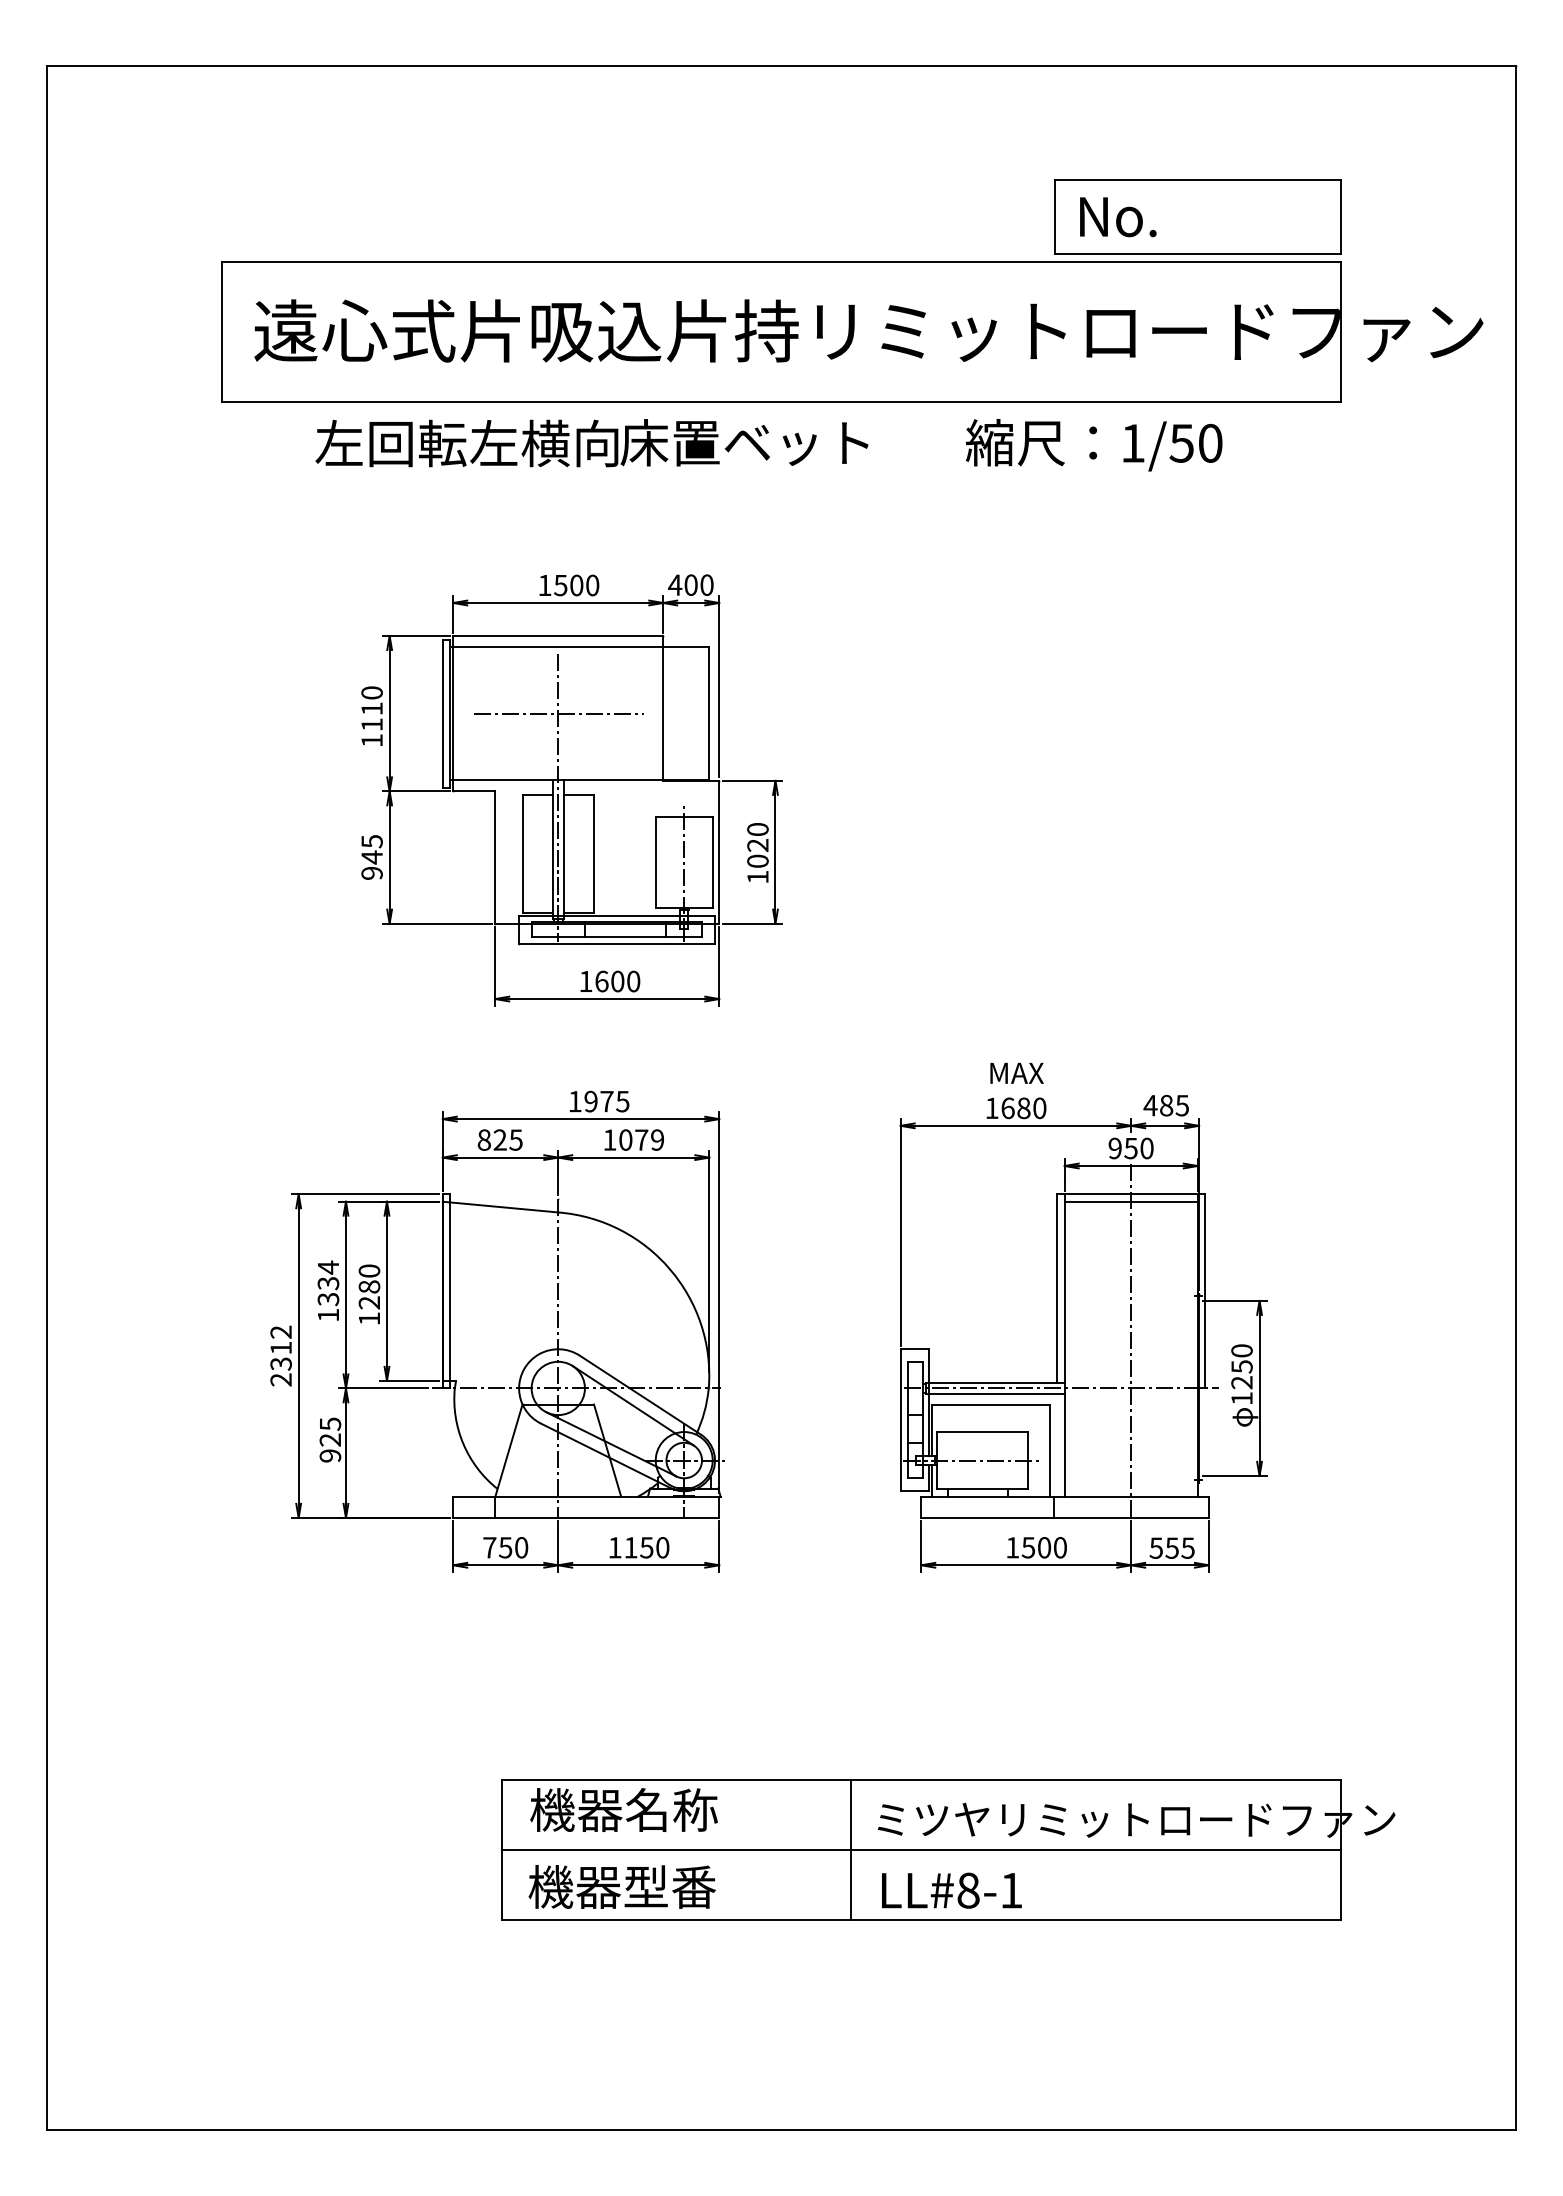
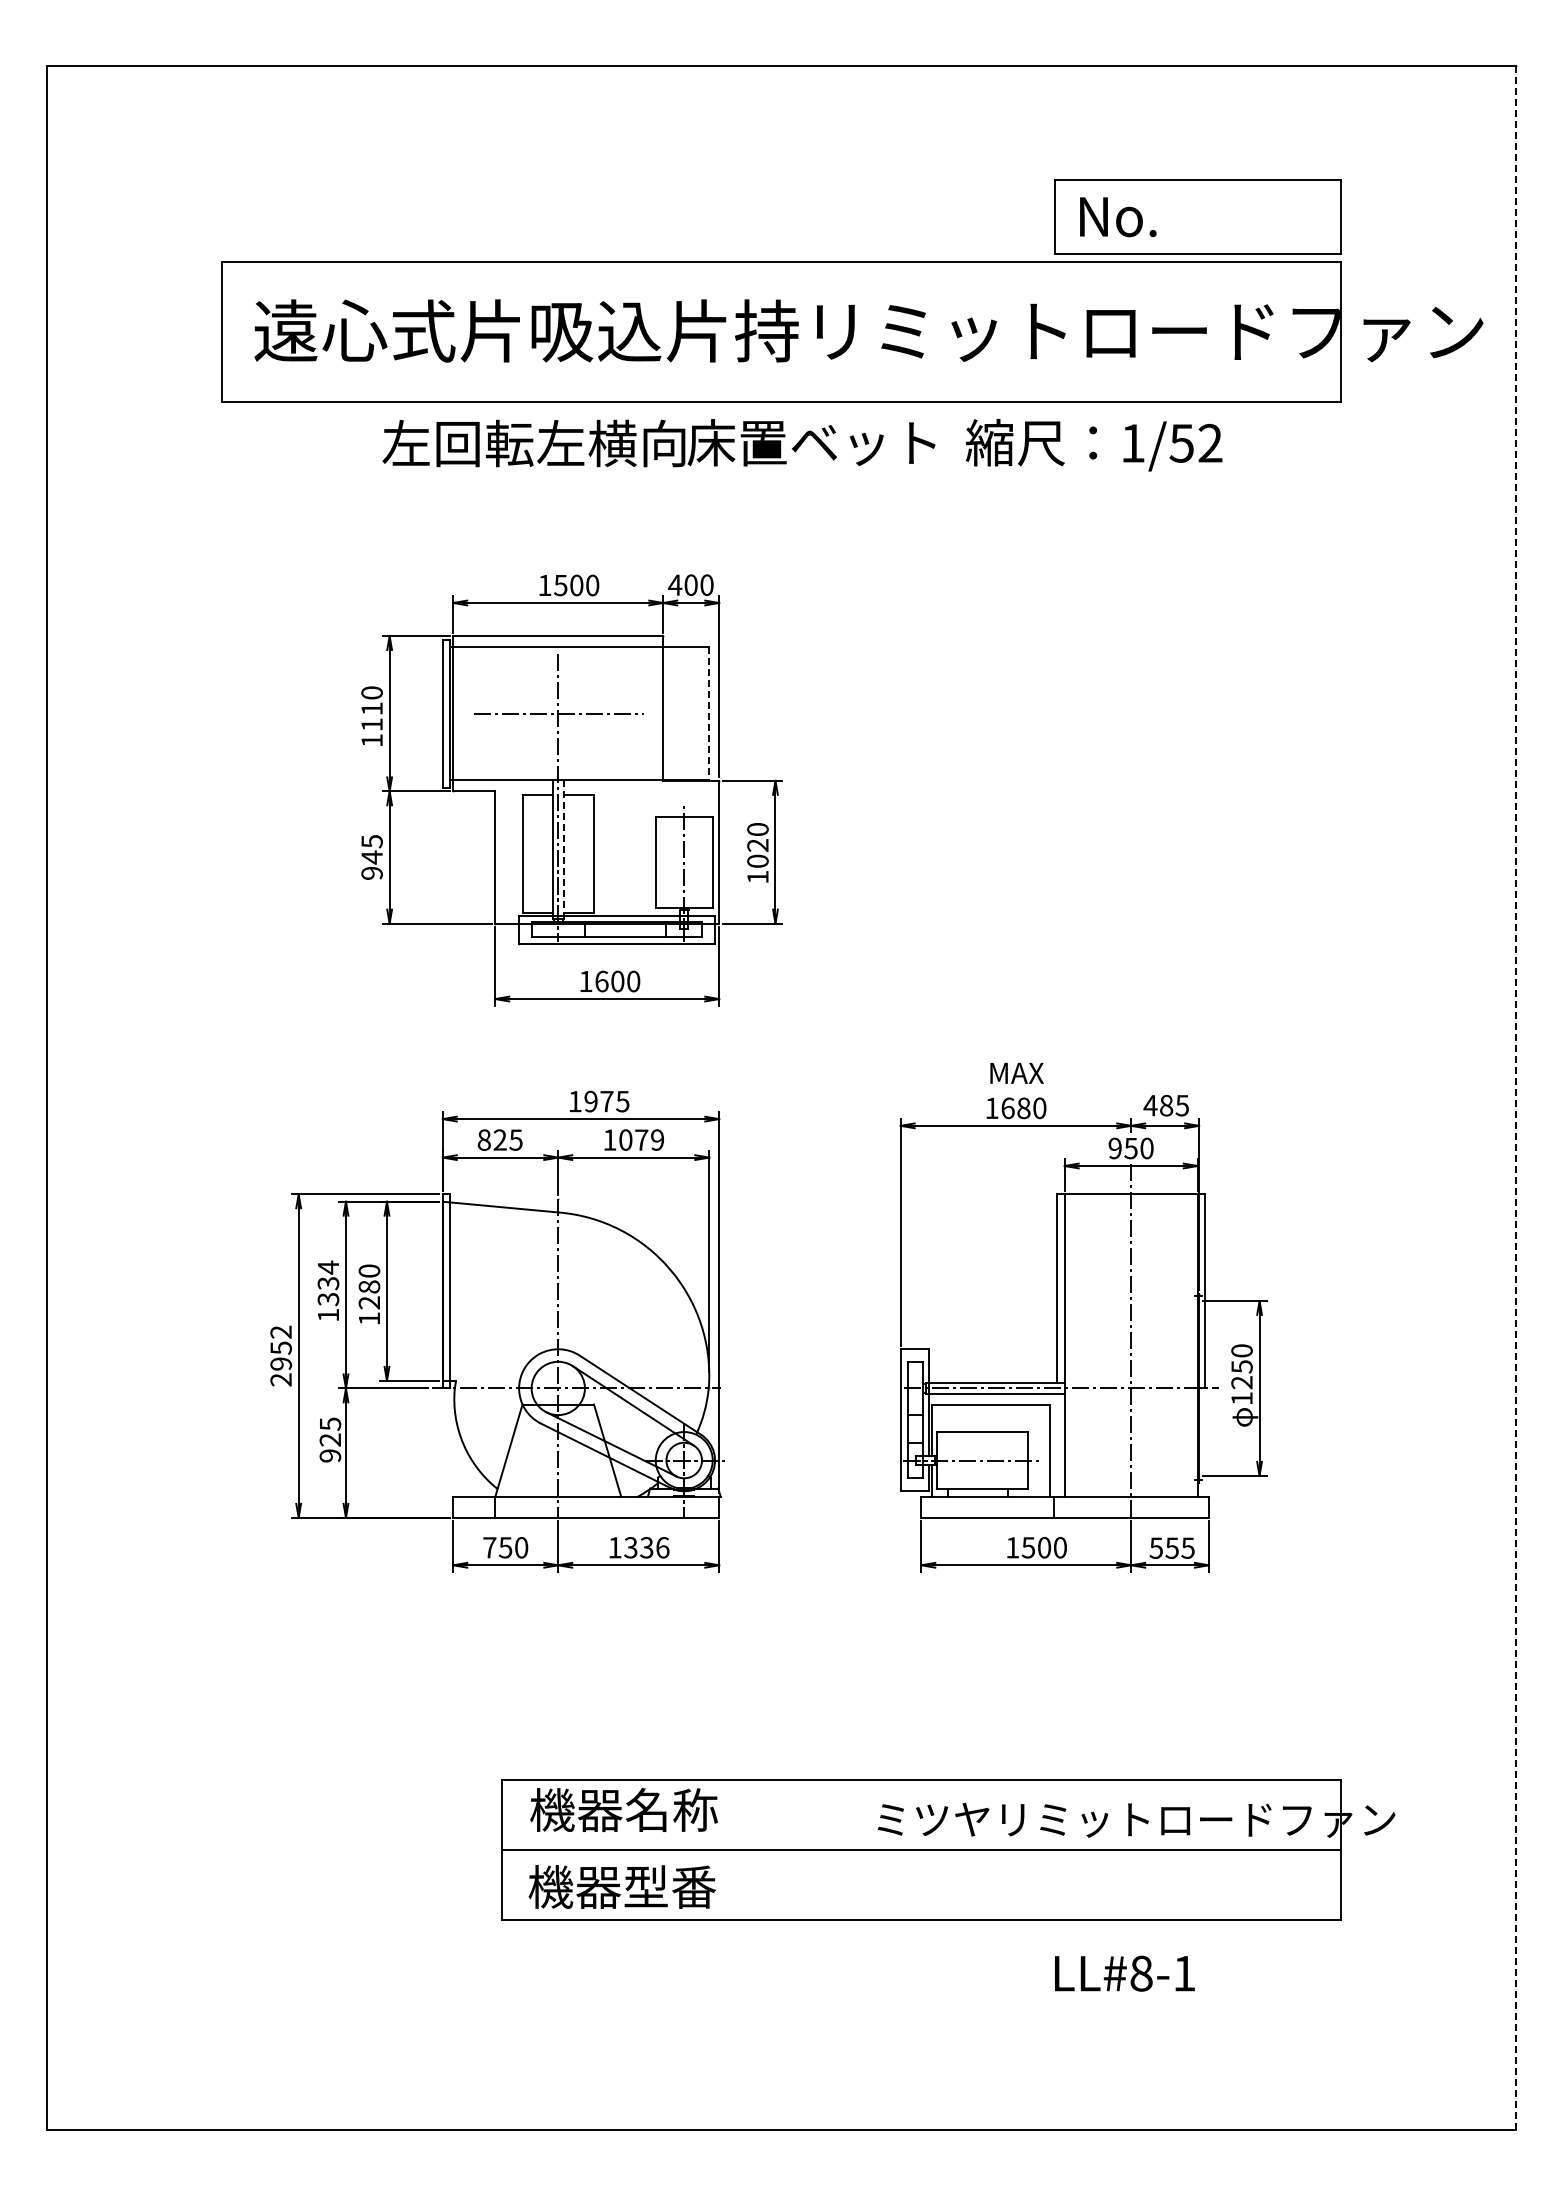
text at (591, 443) position: (591, 443) -> (658, 443)
text at (1210, 443): 1/50 -> 1/52
line at (709, 714): solid -> dashed
line at (563, 848): solid -> dashed
line at (1516, 1098): solid -> dashed
line at (1130, 1201): present -> none
text at (280, 1355): 2312 -> 2952
text at (646, 1547): 1150 -> 1336
line at (851, 1850): present -> none
text at (951, 1890) position: (951, 1890) -> (1124, 1973)
